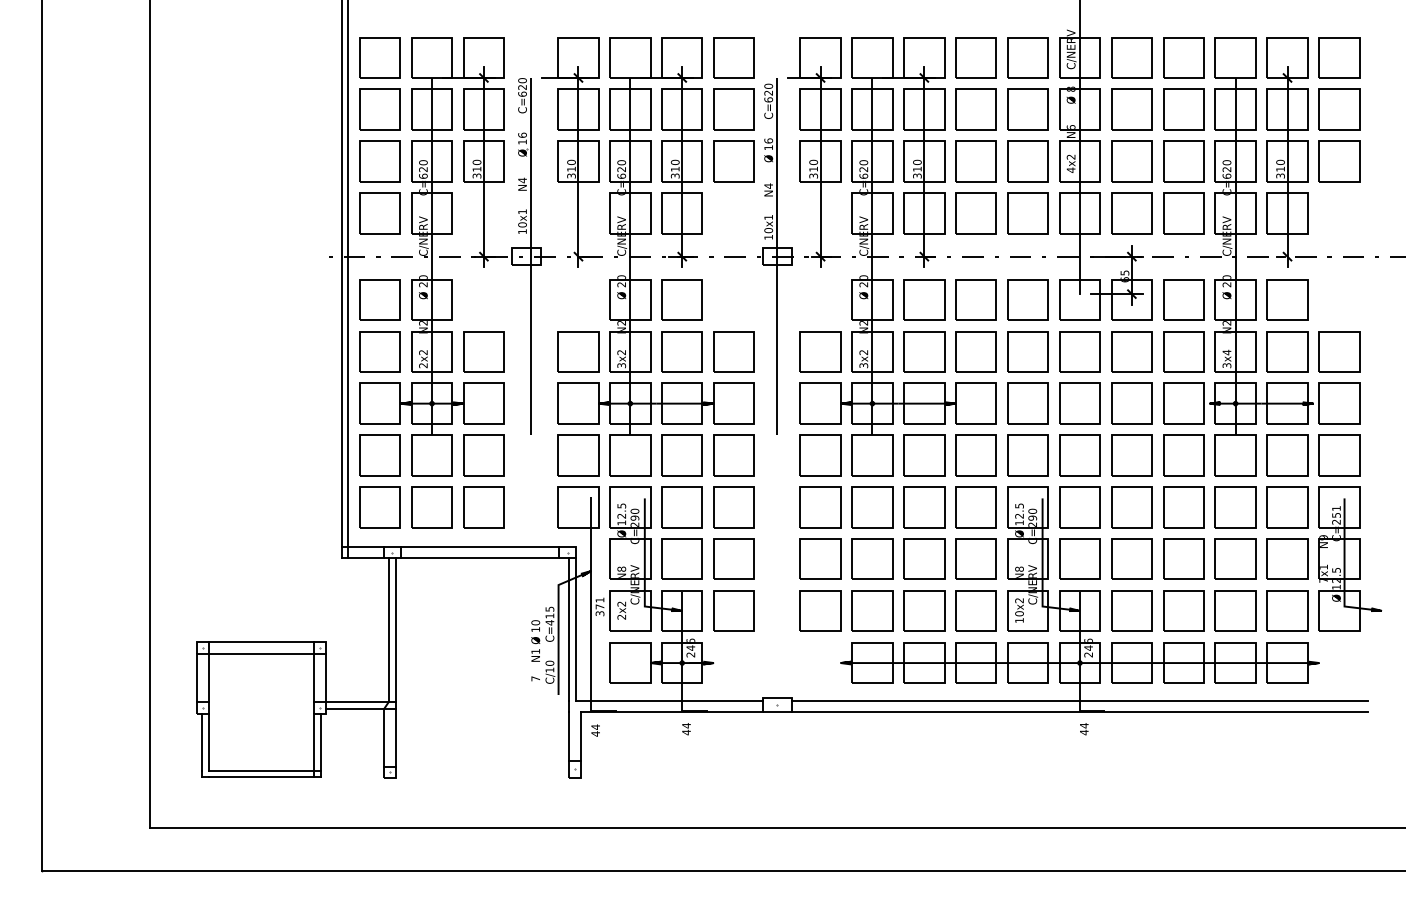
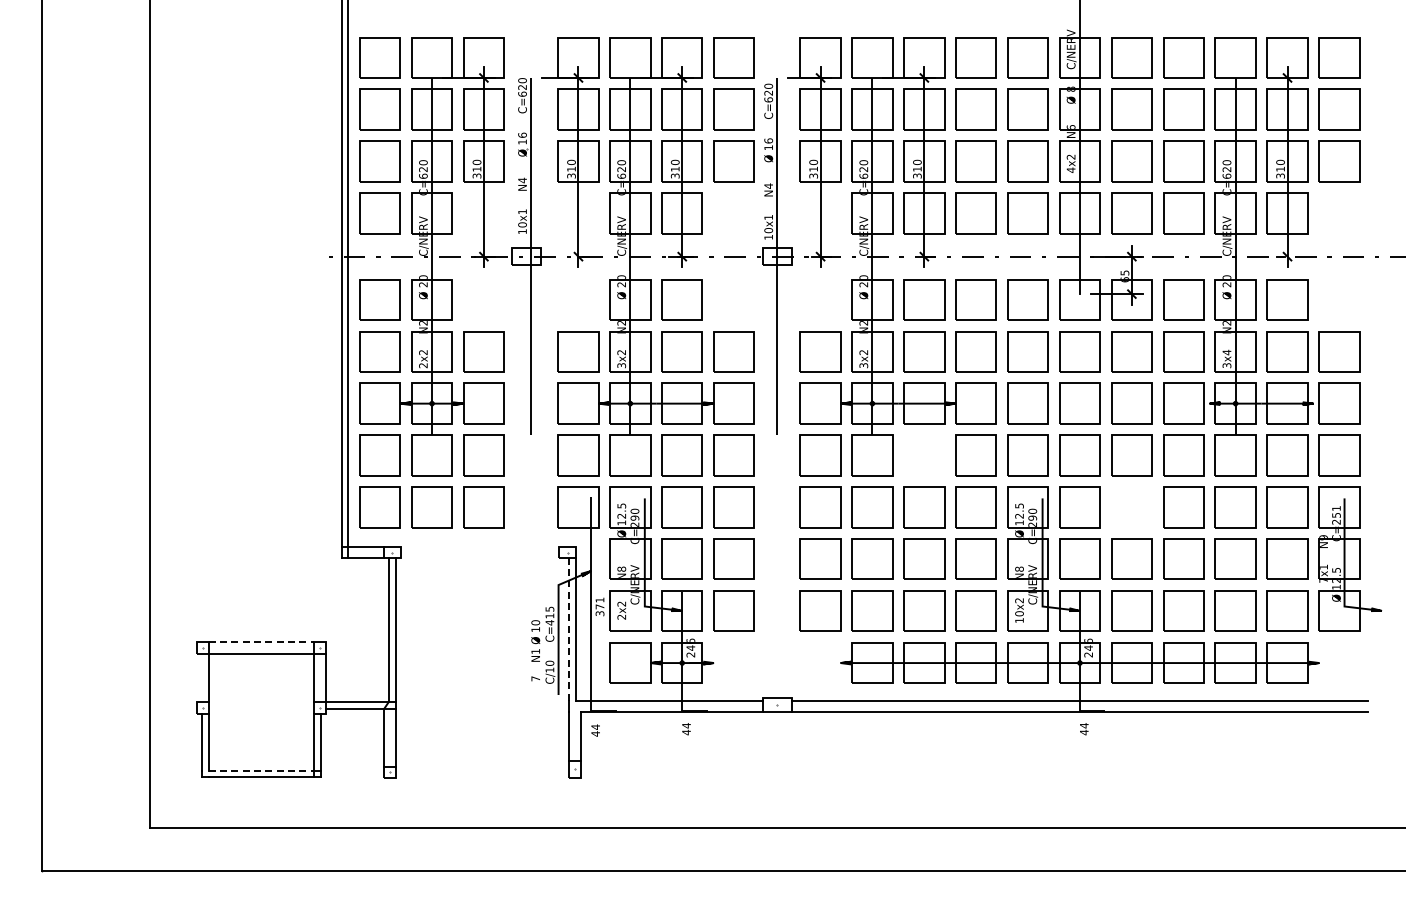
part at (924, 455): present -> none
part at (1131, 507): present -> none
line at (479, 546): present -> none
line at (479, 558): present -> none
line at (569, 628): solid -> dashed
line at (261, 642): solid -> dashed
line at (197, 677): present -> none
line at (261, 770): solid -> dashed
